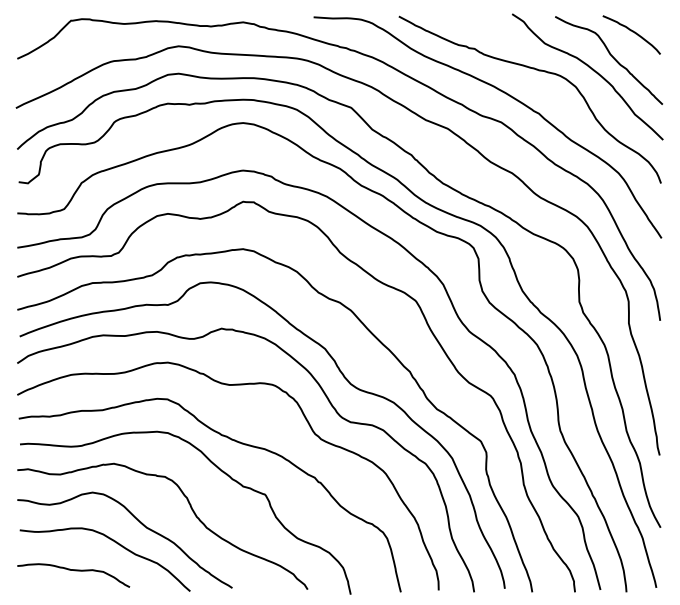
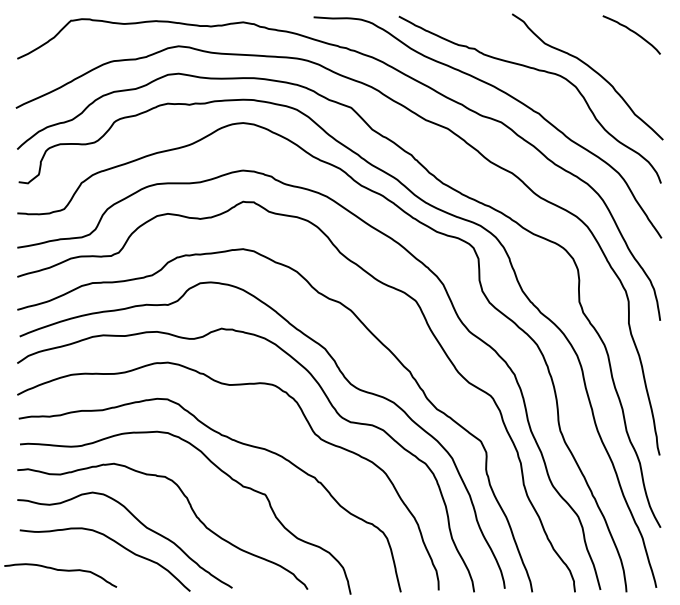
curve at (611, 56): present -> none
curve at (74, 571) position: (74, 571) -> (61, 571)
